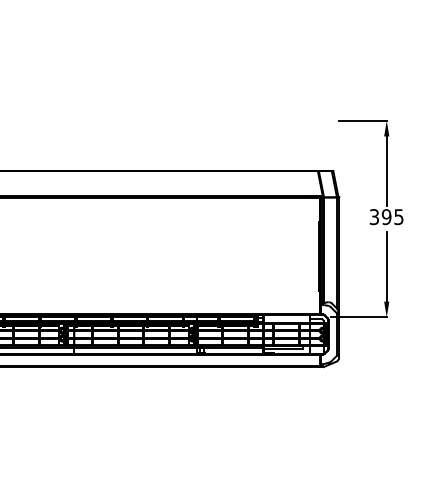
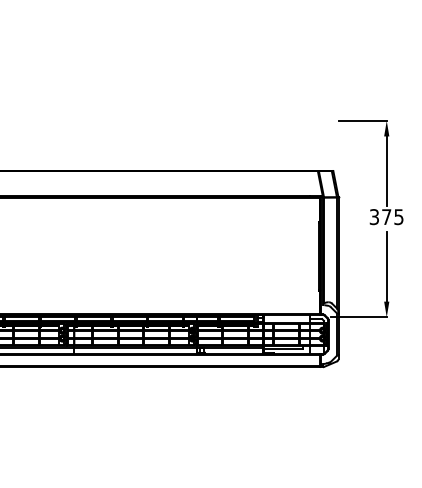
text at (386, 217): 395 -> 375
